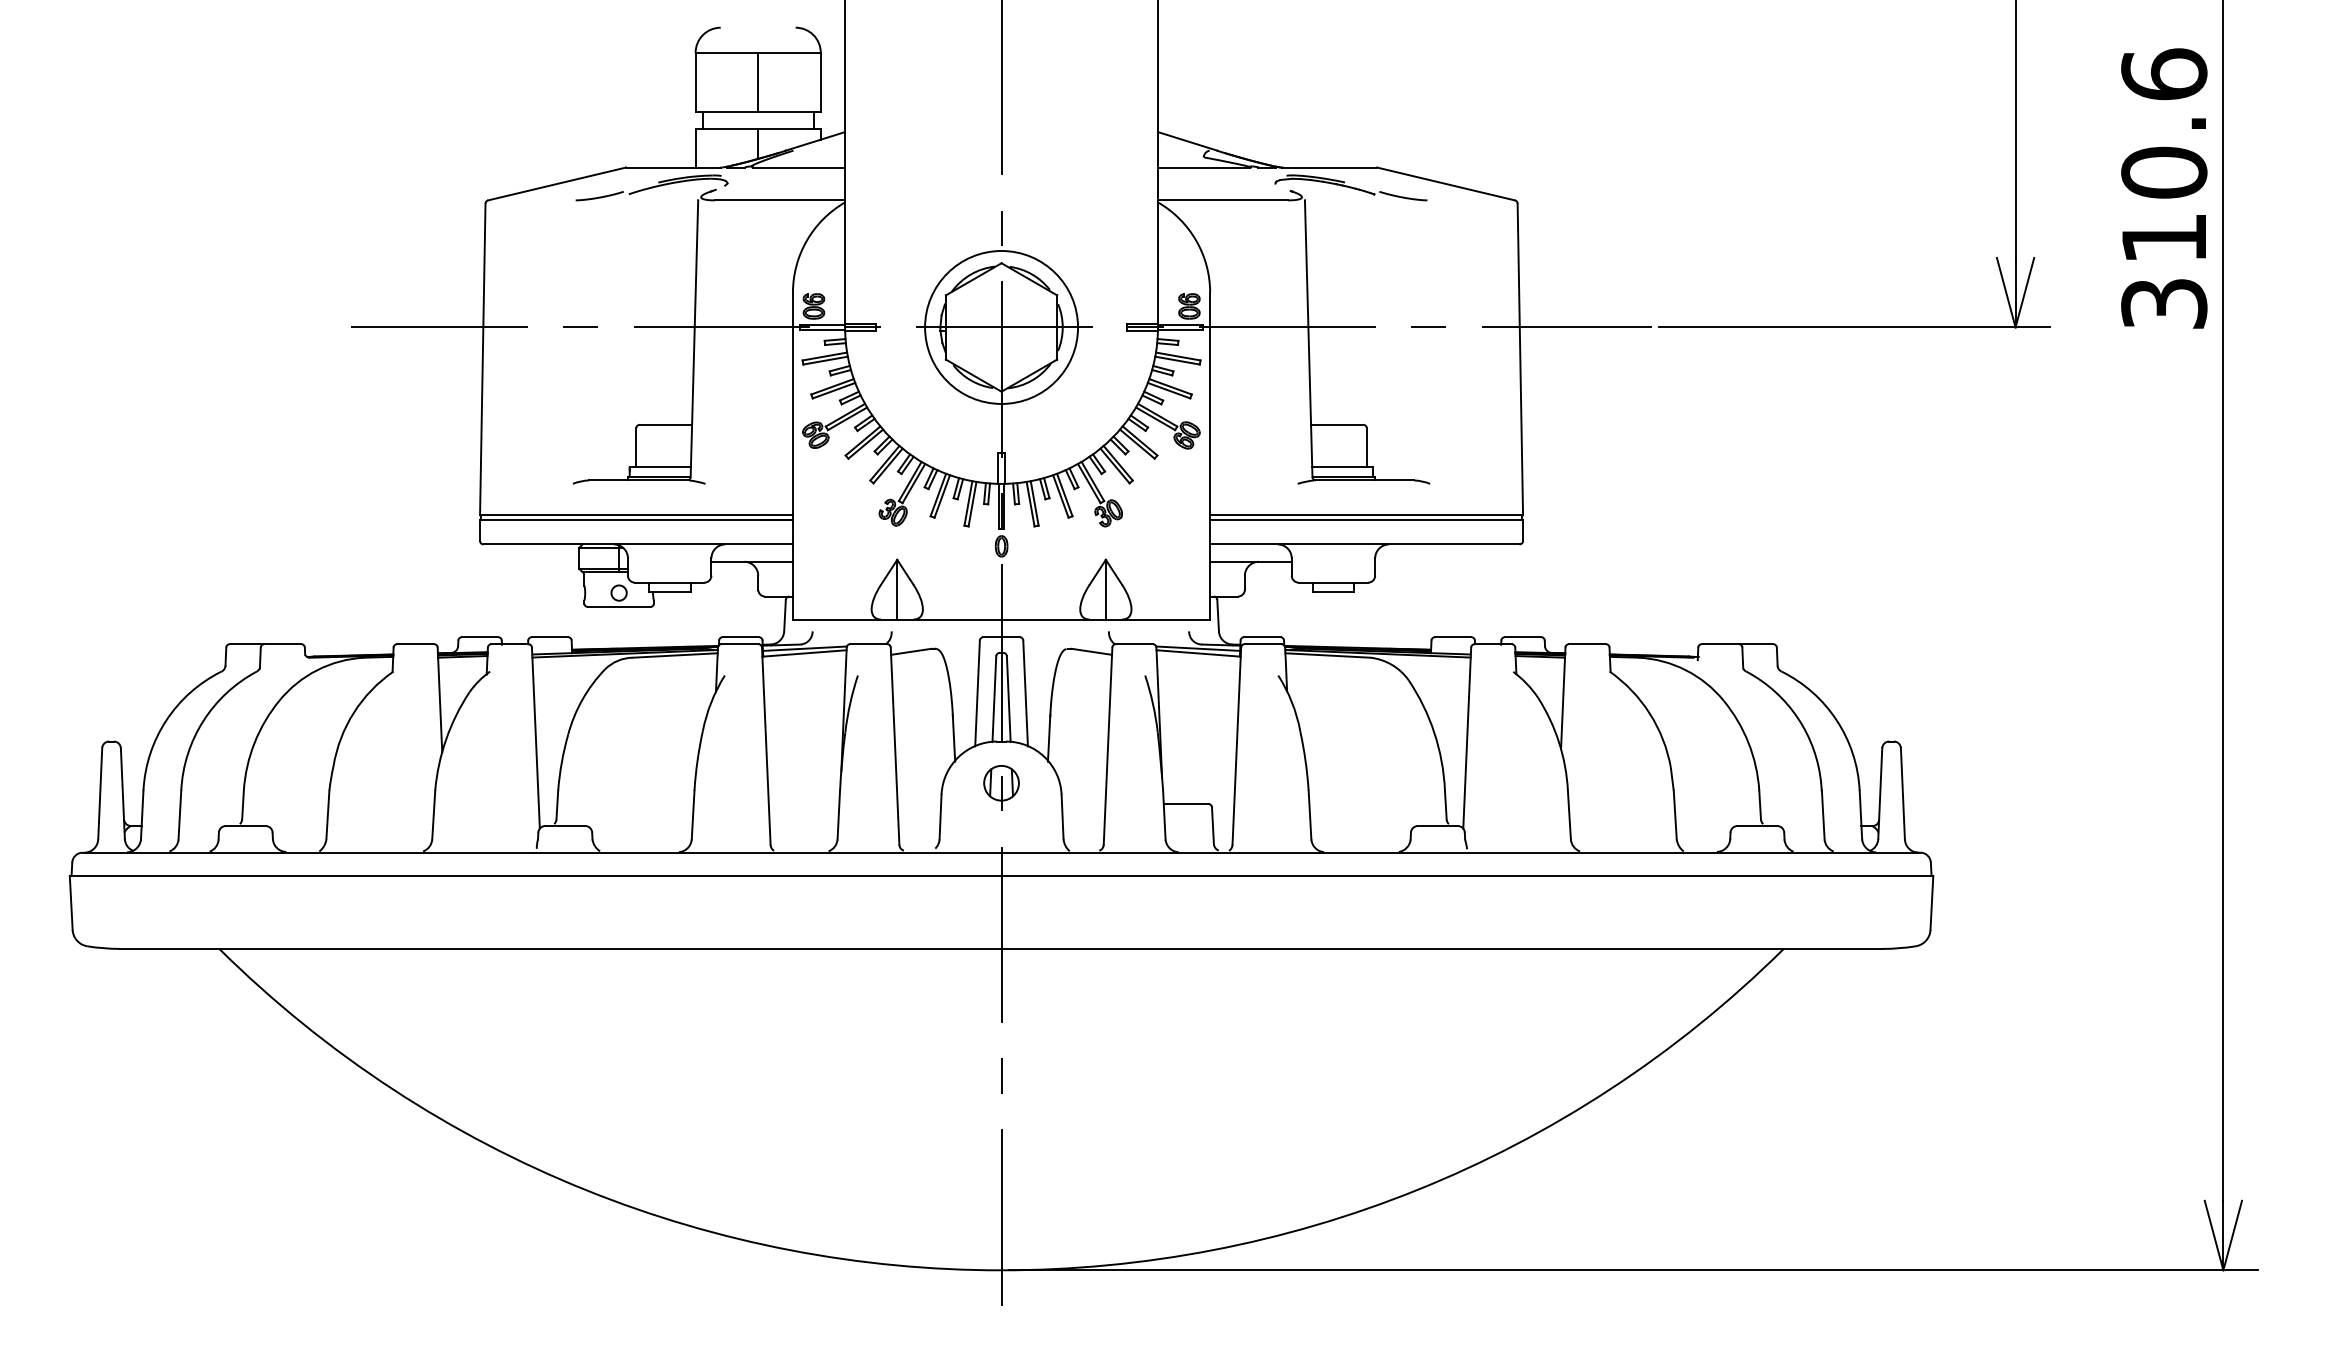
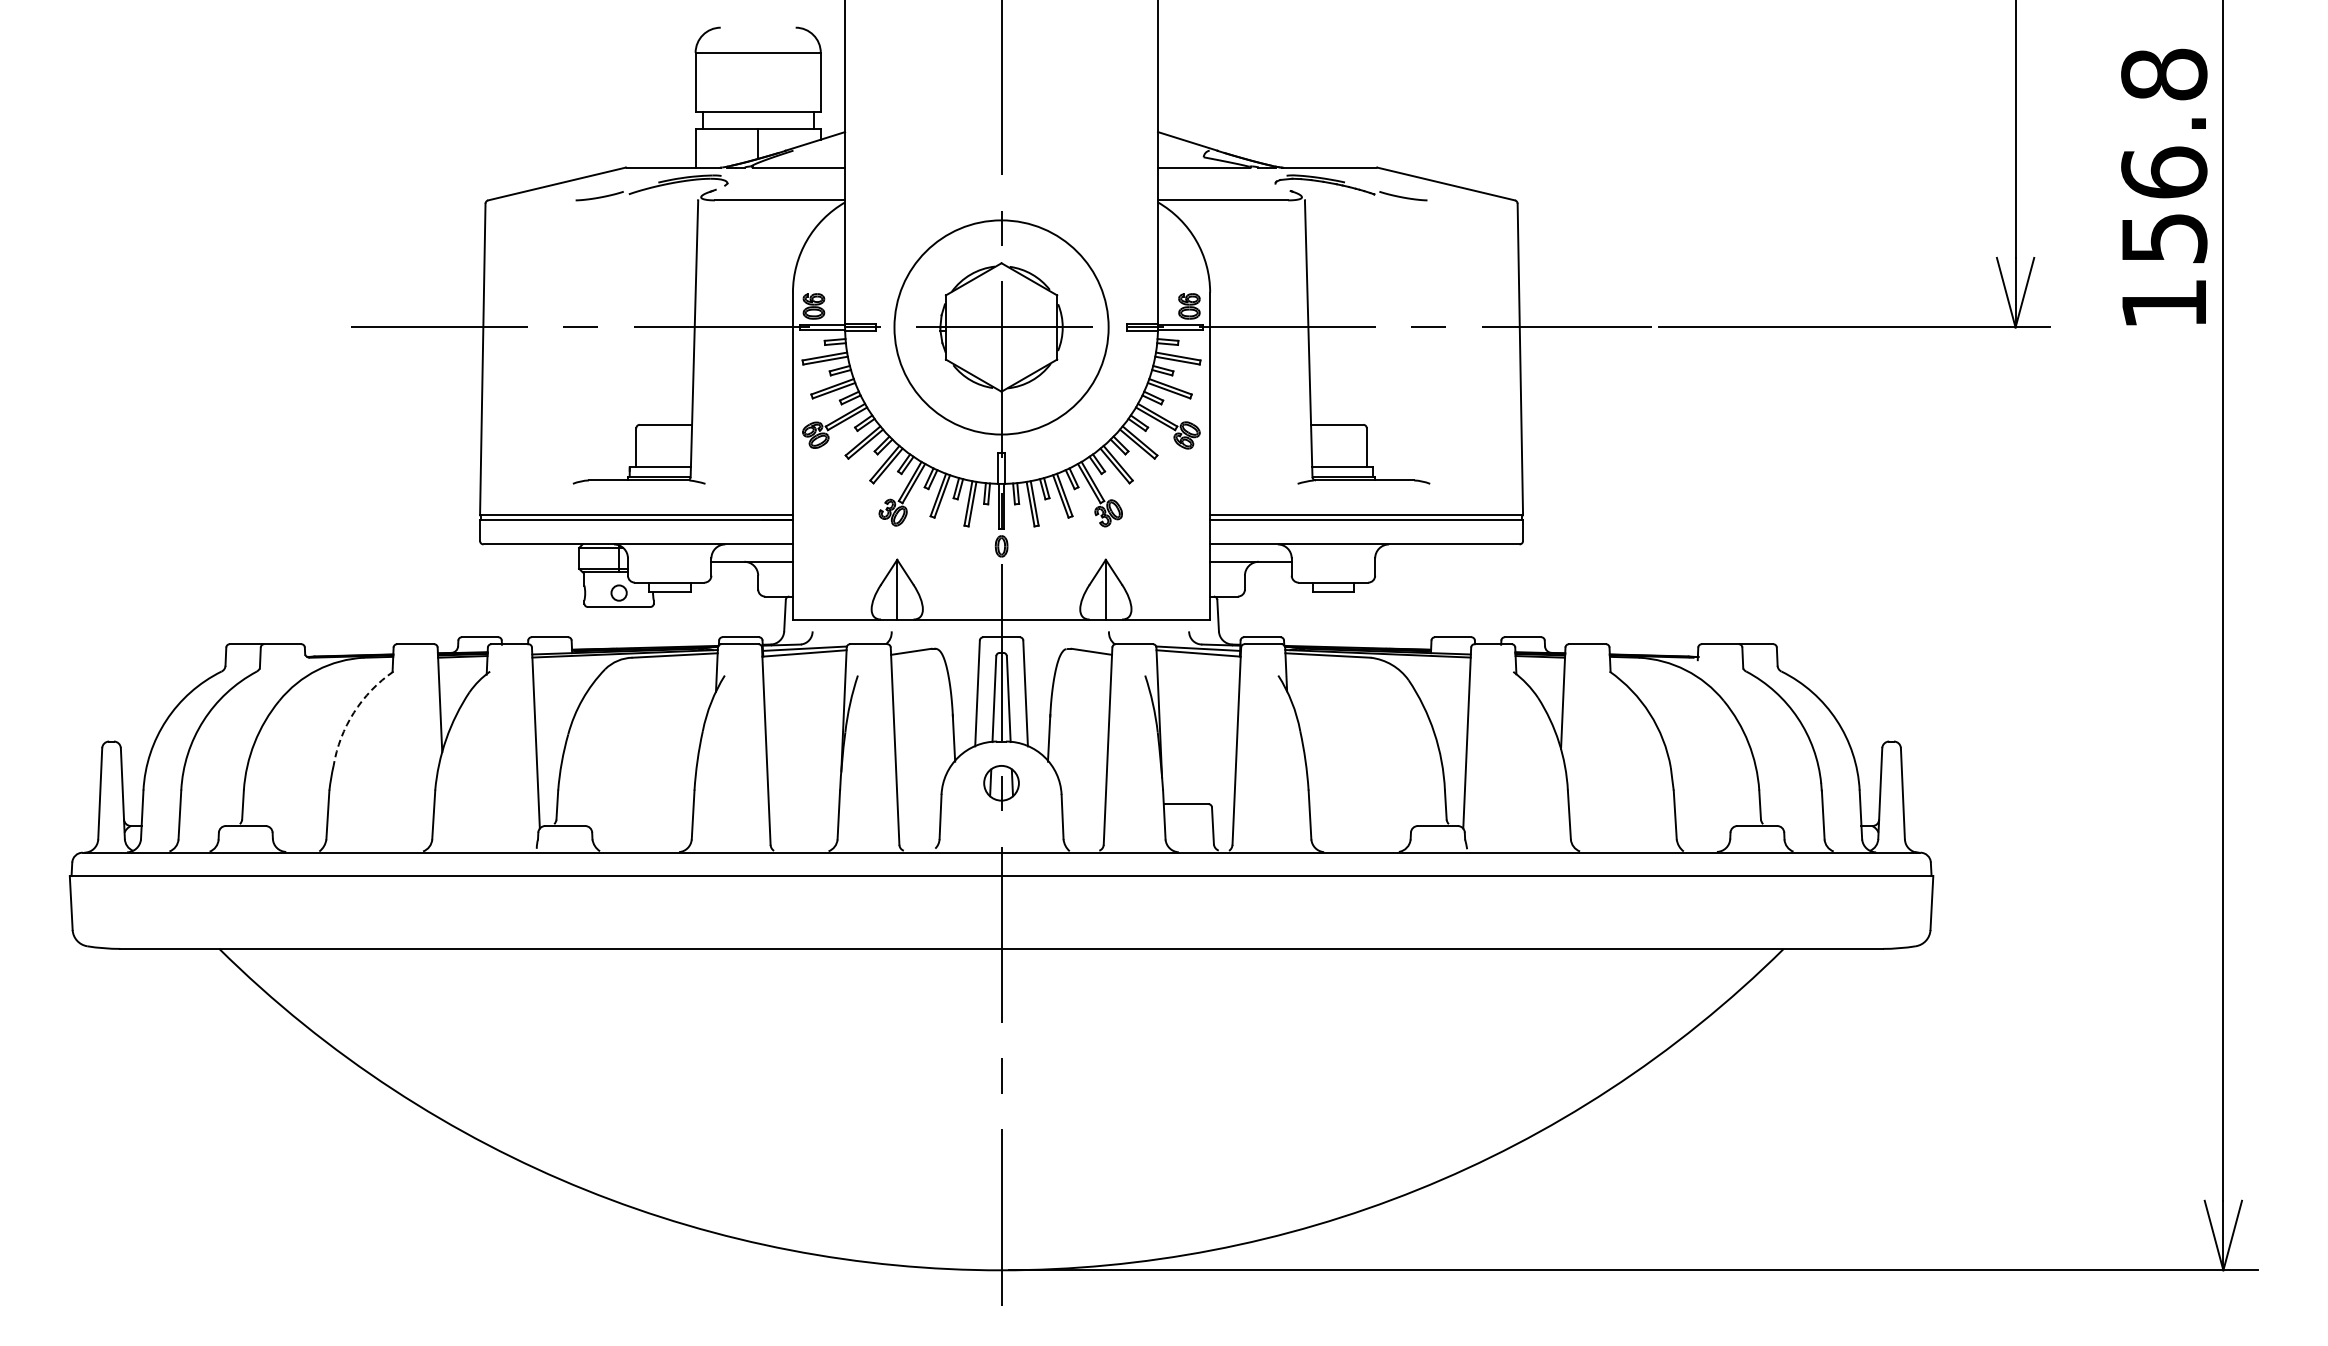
line at (758, 81): present -> none
text at (2164, 188): 310.6 -> 156.8
circle at (1001, 326) diameter: 153 px -> 214 px
arc at (353, 712): solid -> dashed
